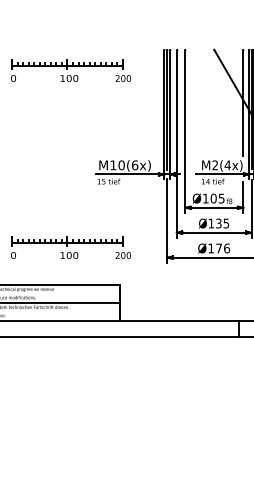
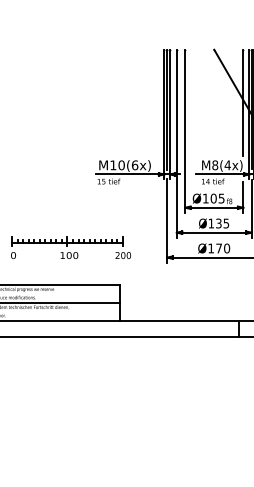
part at (70, 70): present -> none
text at (215, 165): M2(4x) -> M8(4x)
text at (227, 248): Ø176 -> Ø170
